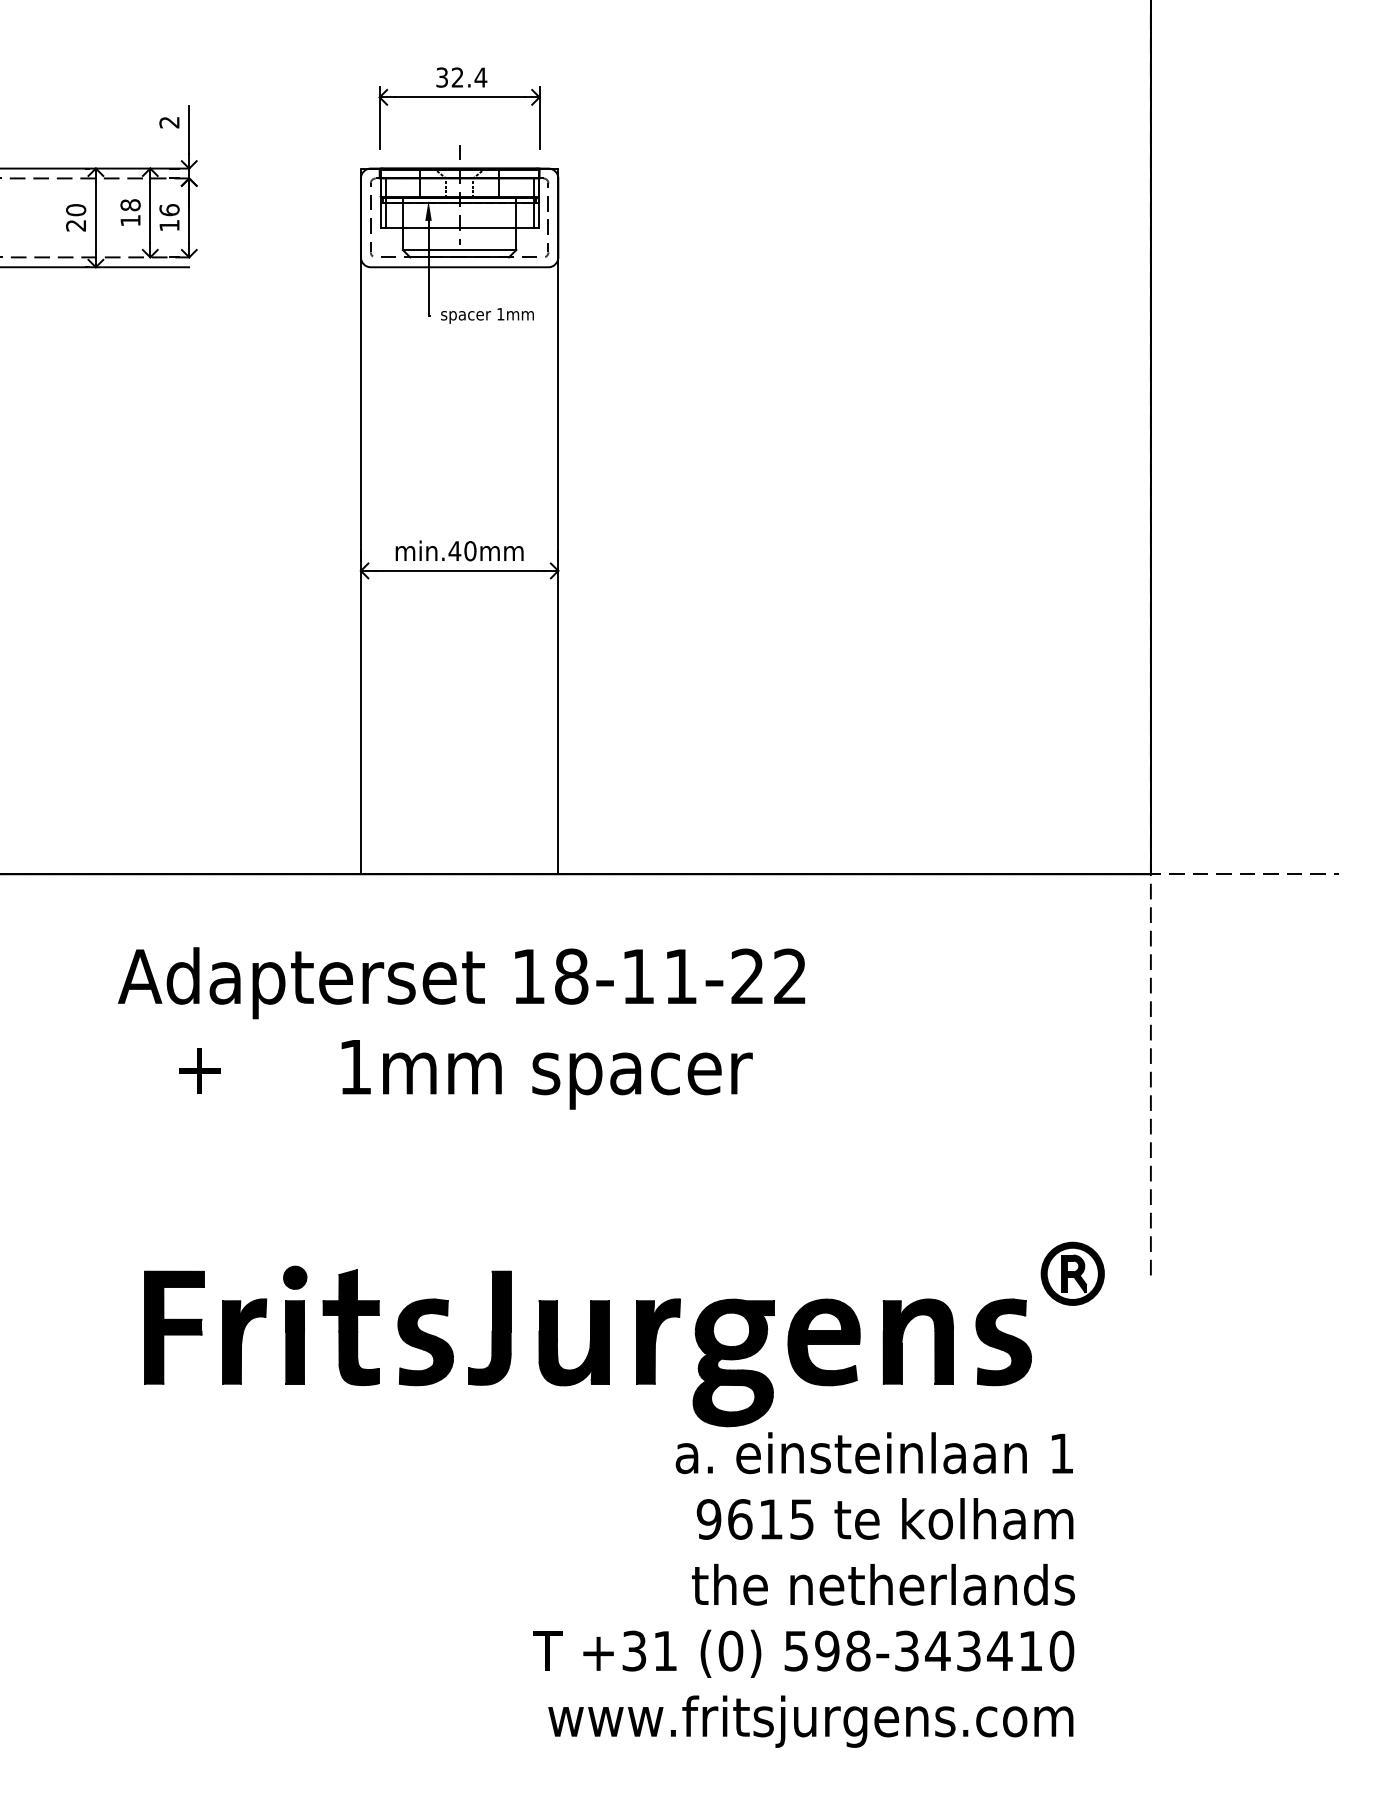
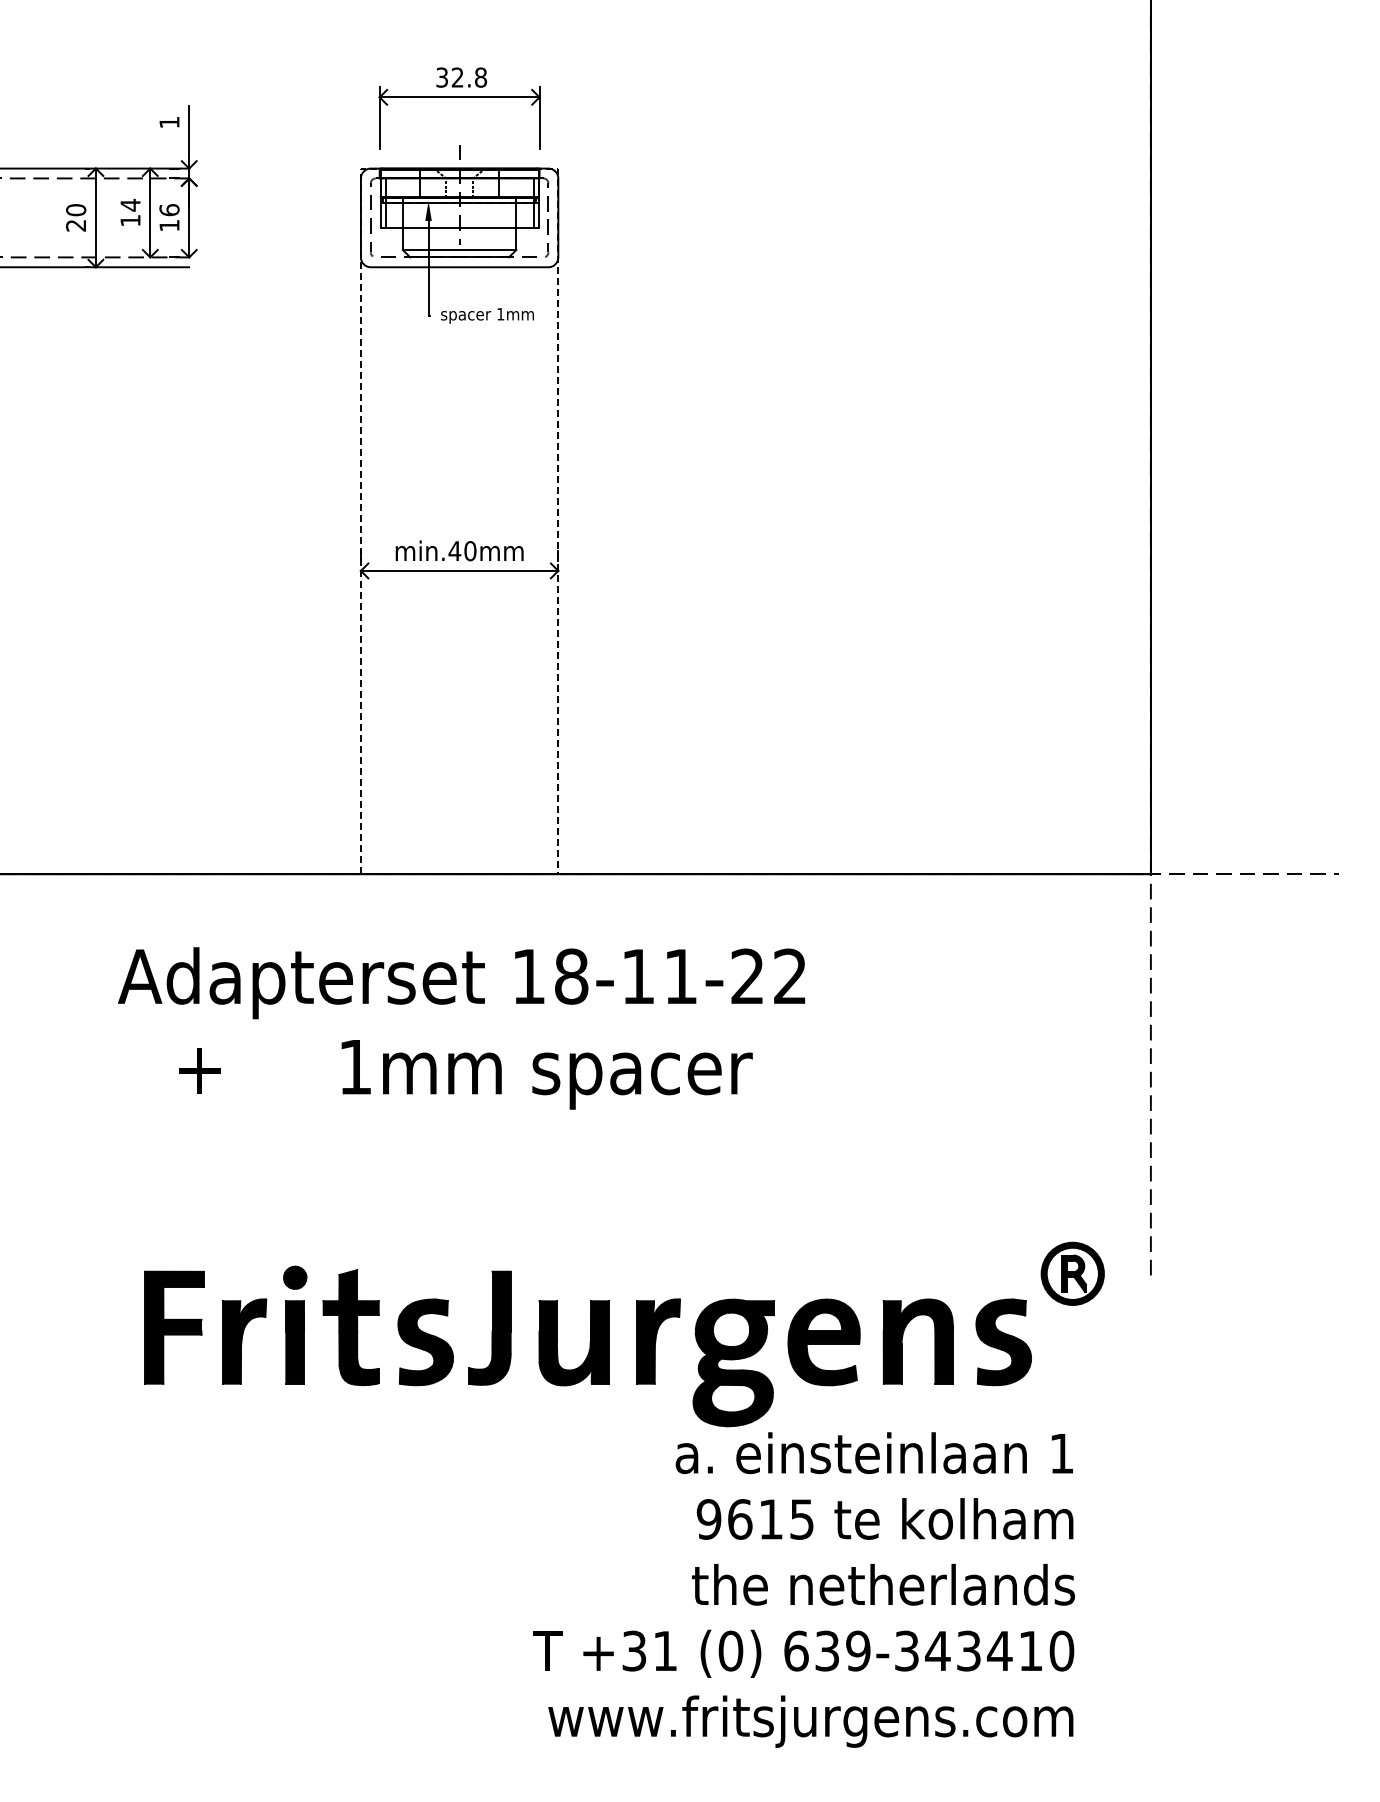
text at (480, 77): 32.4 -> 32.8
text at (169, 122): 2 -> 1
line at (459, 168): solid -> dashed
text at (130, 204): 18 -> 14
text at (827, 1650): 598-343410 -> 639-343410
